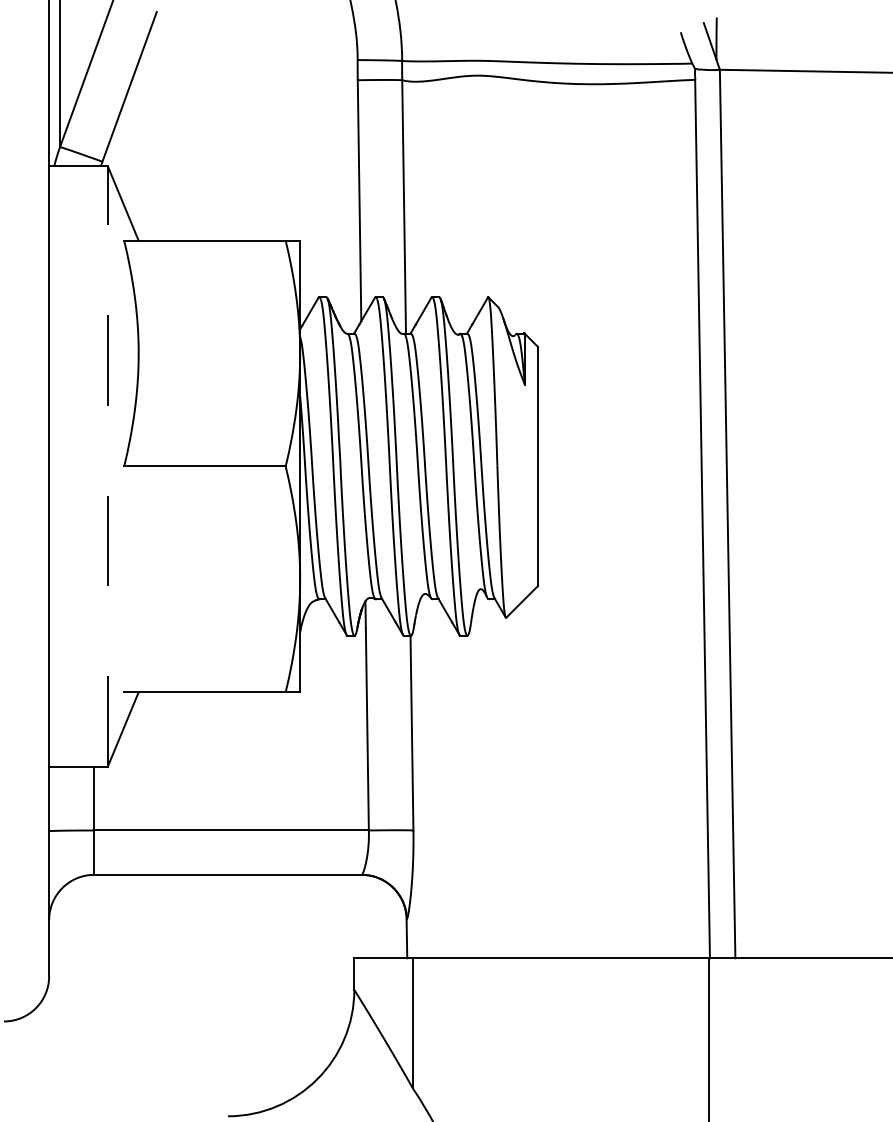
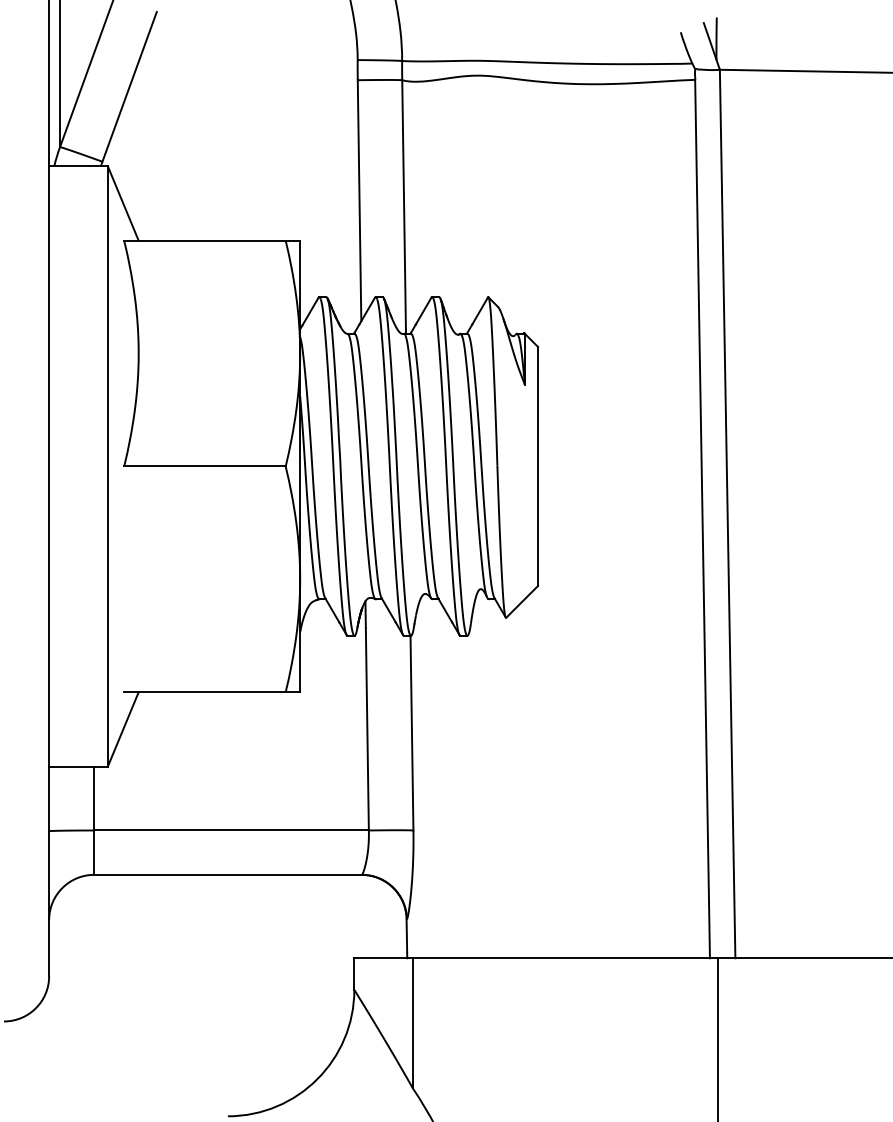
line at (107, 465): dashed -> solid
line at (709, 1038) position: (709, 1038) -> (718, 1038)
